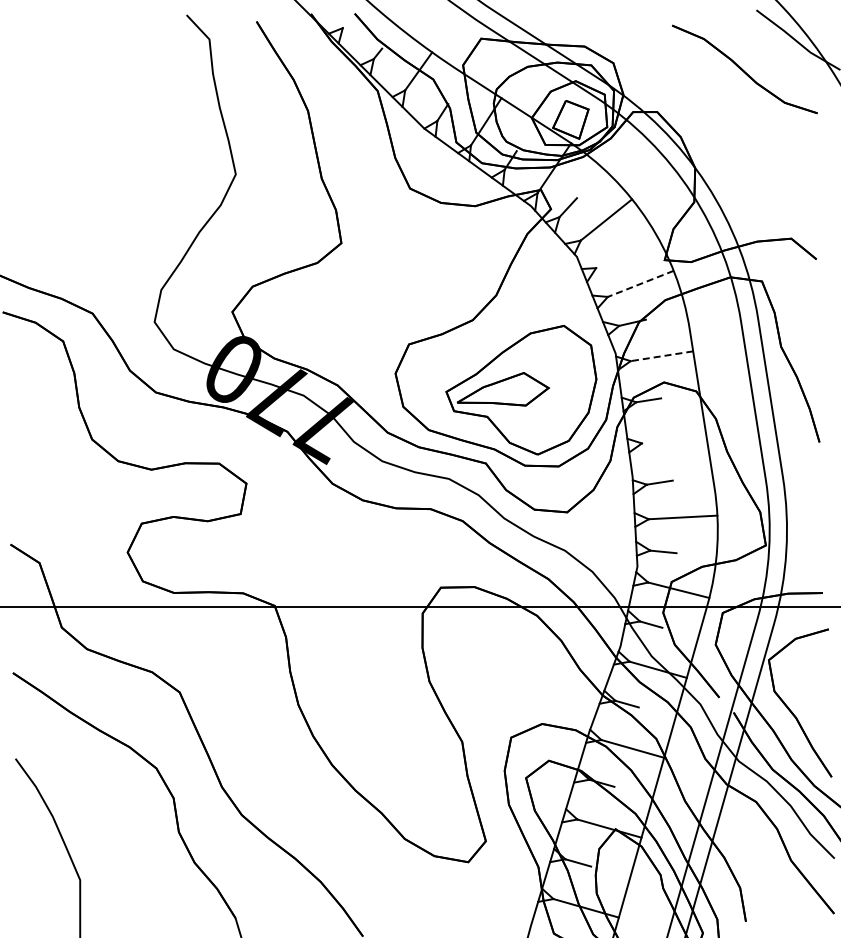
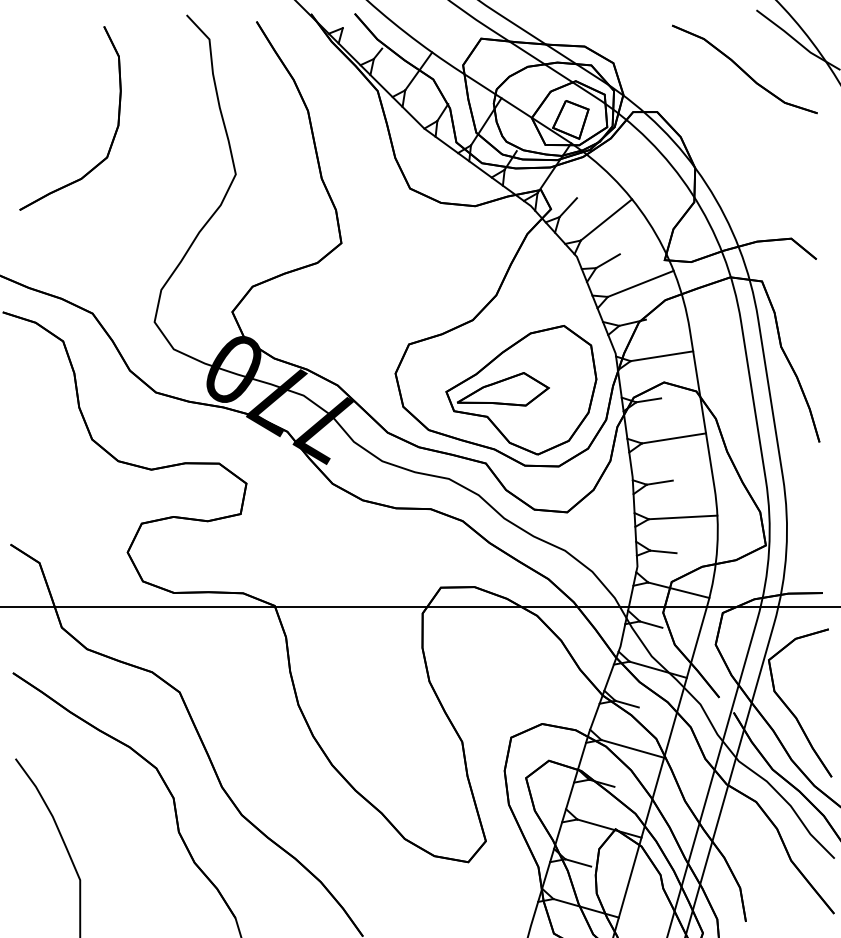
part at (113, 135): none -> present
line at (607, 261): none -> present
line at (640, 284): dashed -> solid
line at (661, 356): dashed -> solid
line at (673, 438): none -> present
